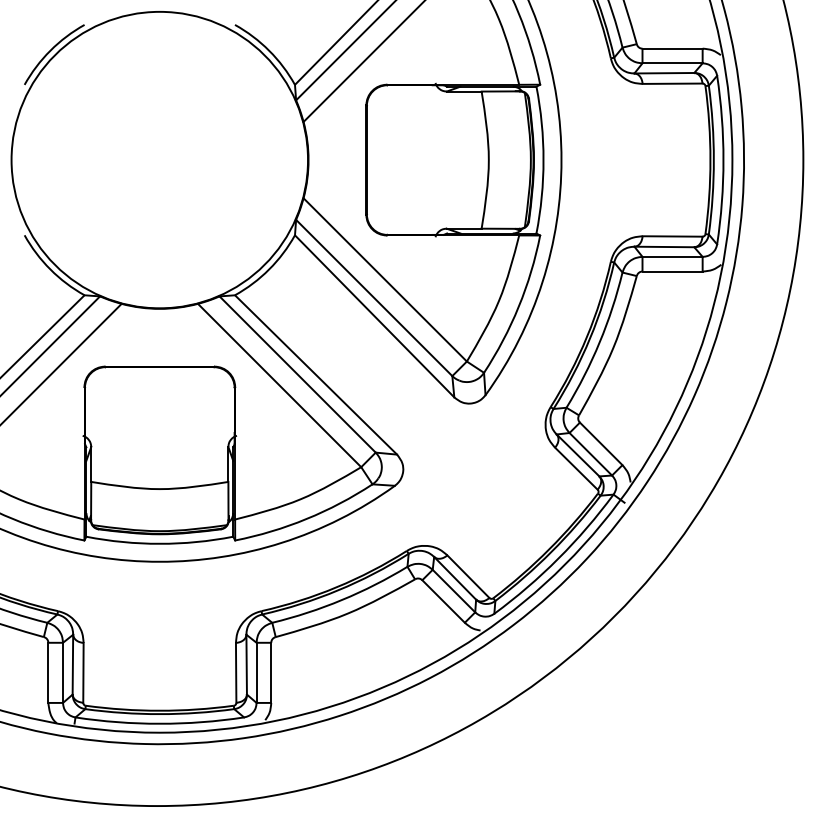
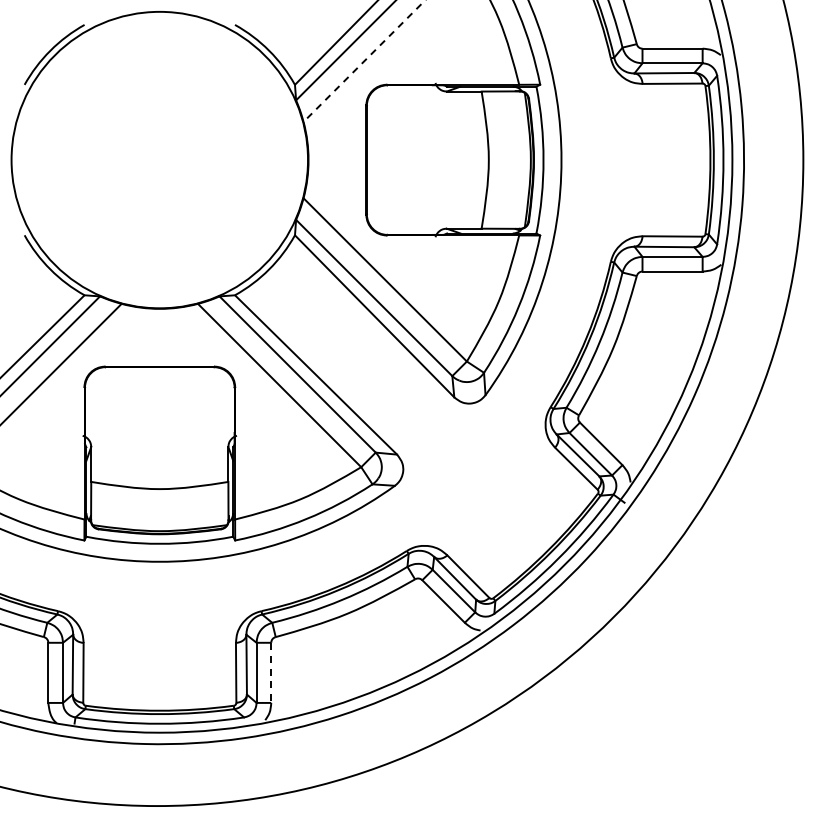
line at (364, 61): solid -> dashed
line at (271, 673): solid -> dashed
